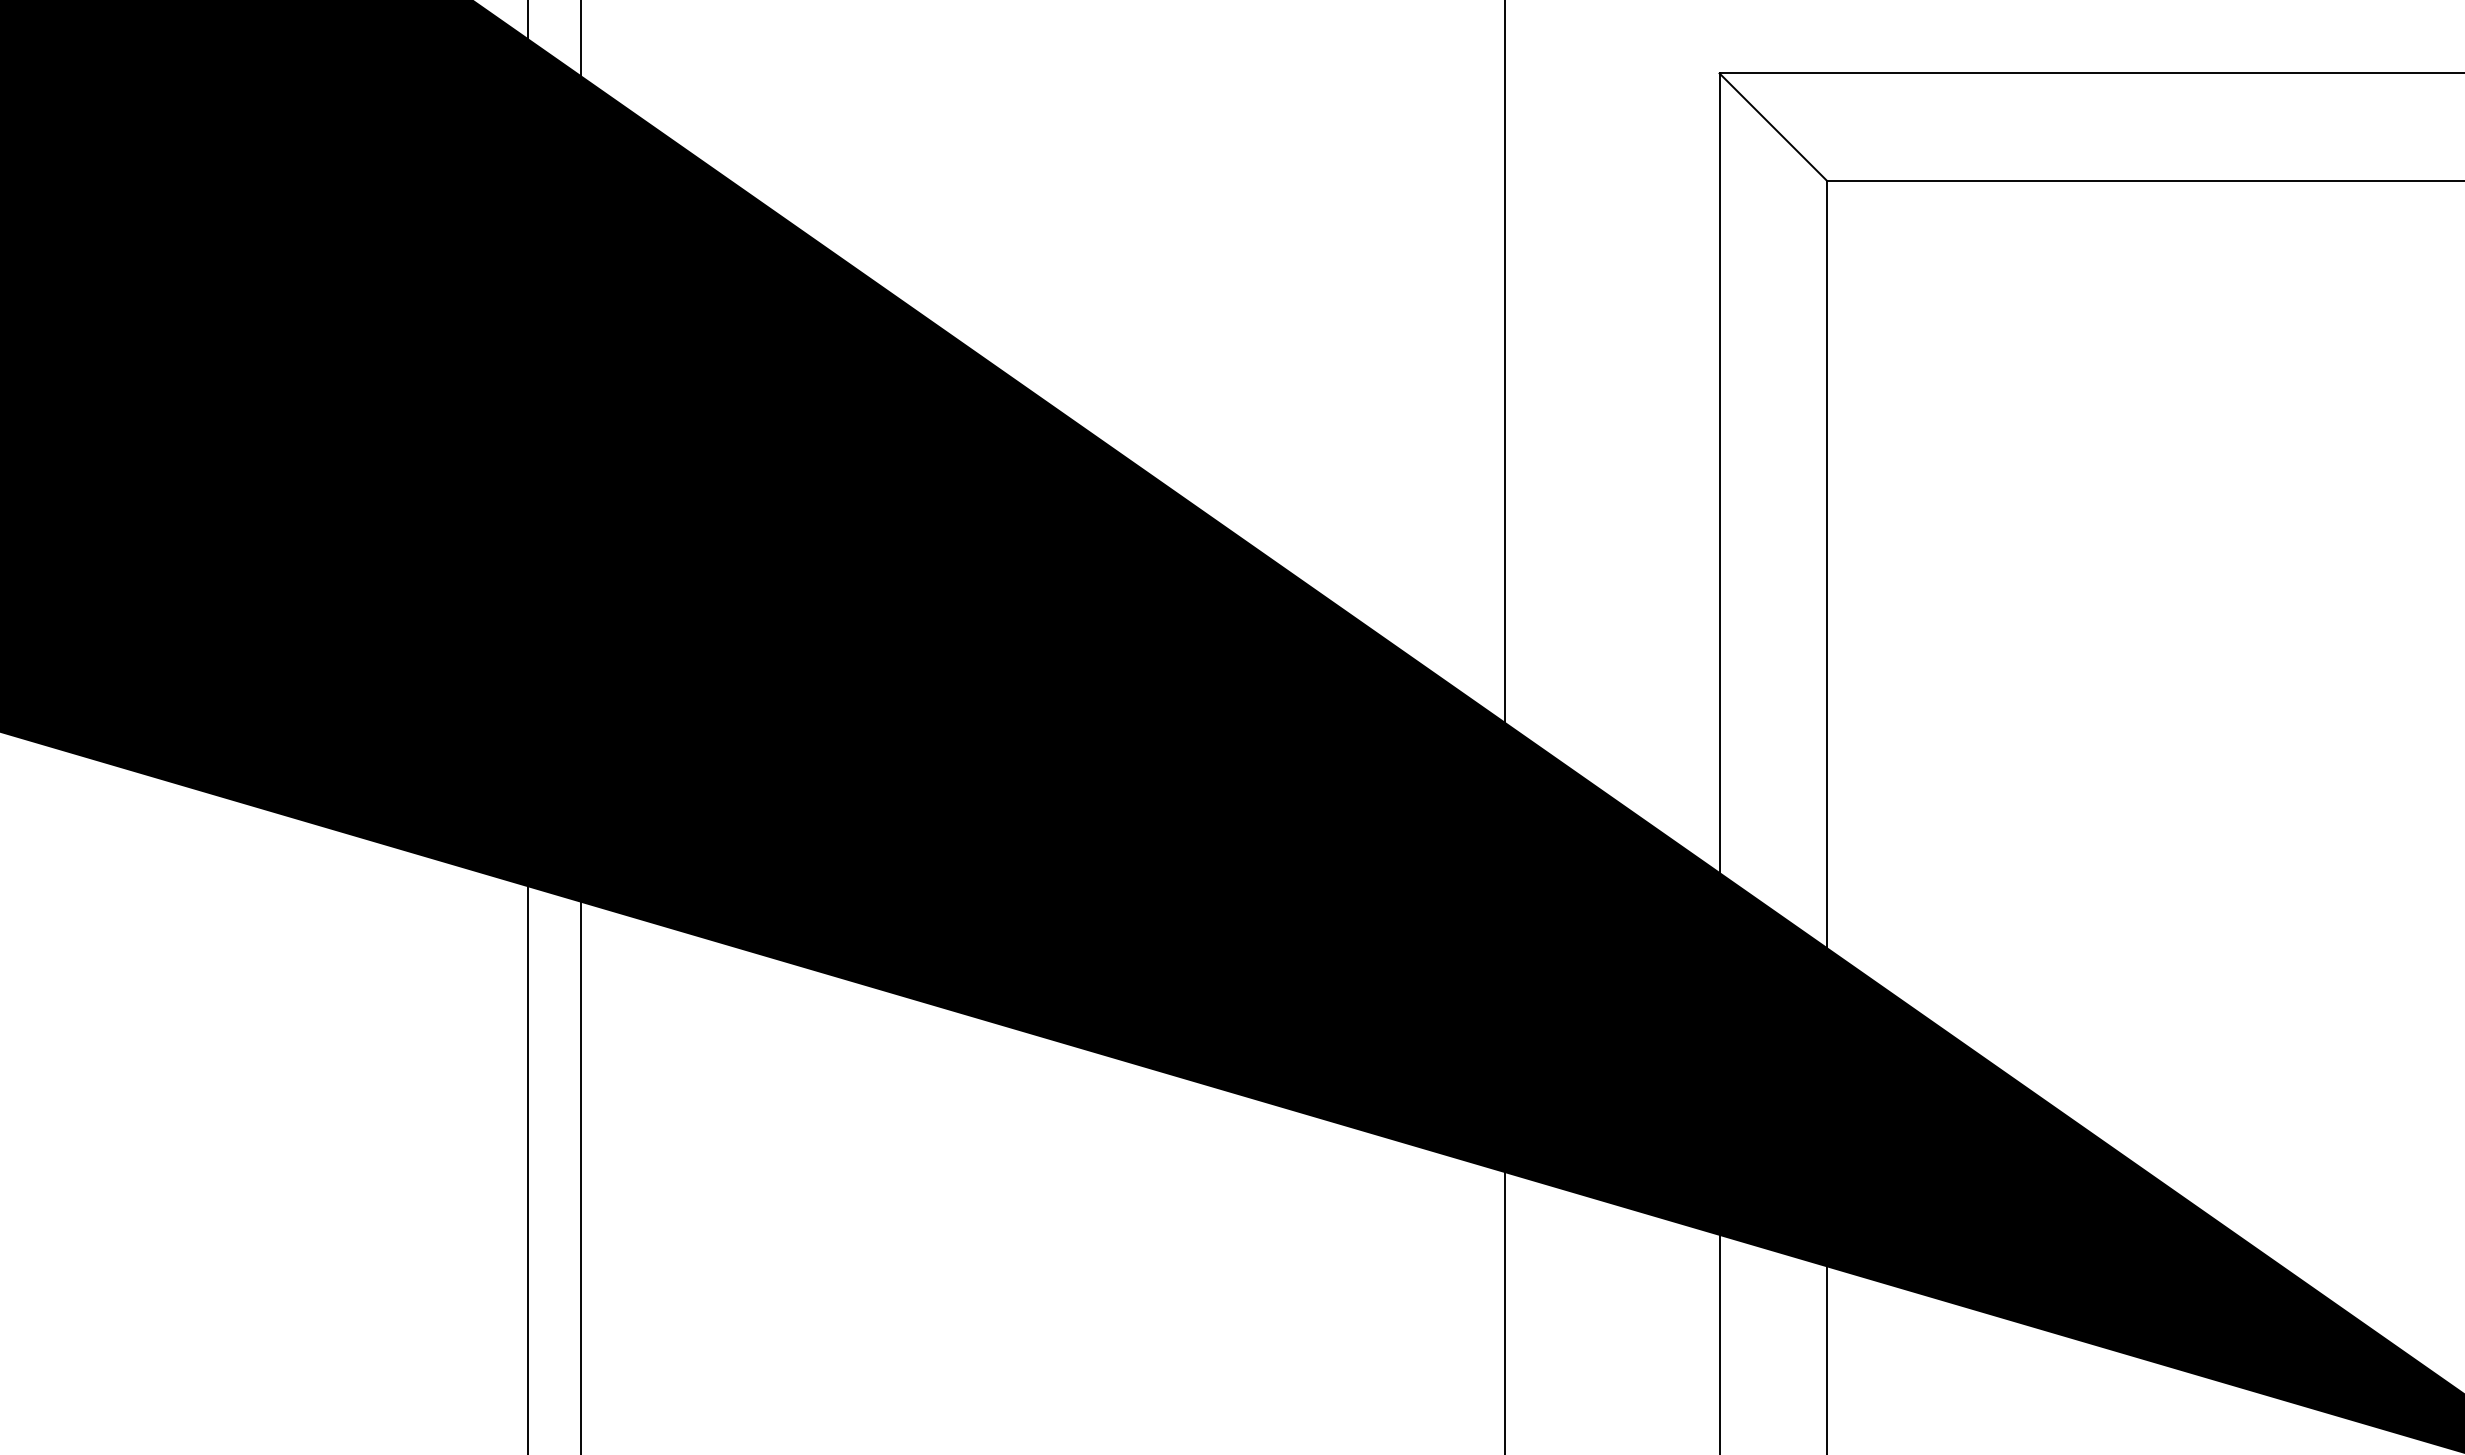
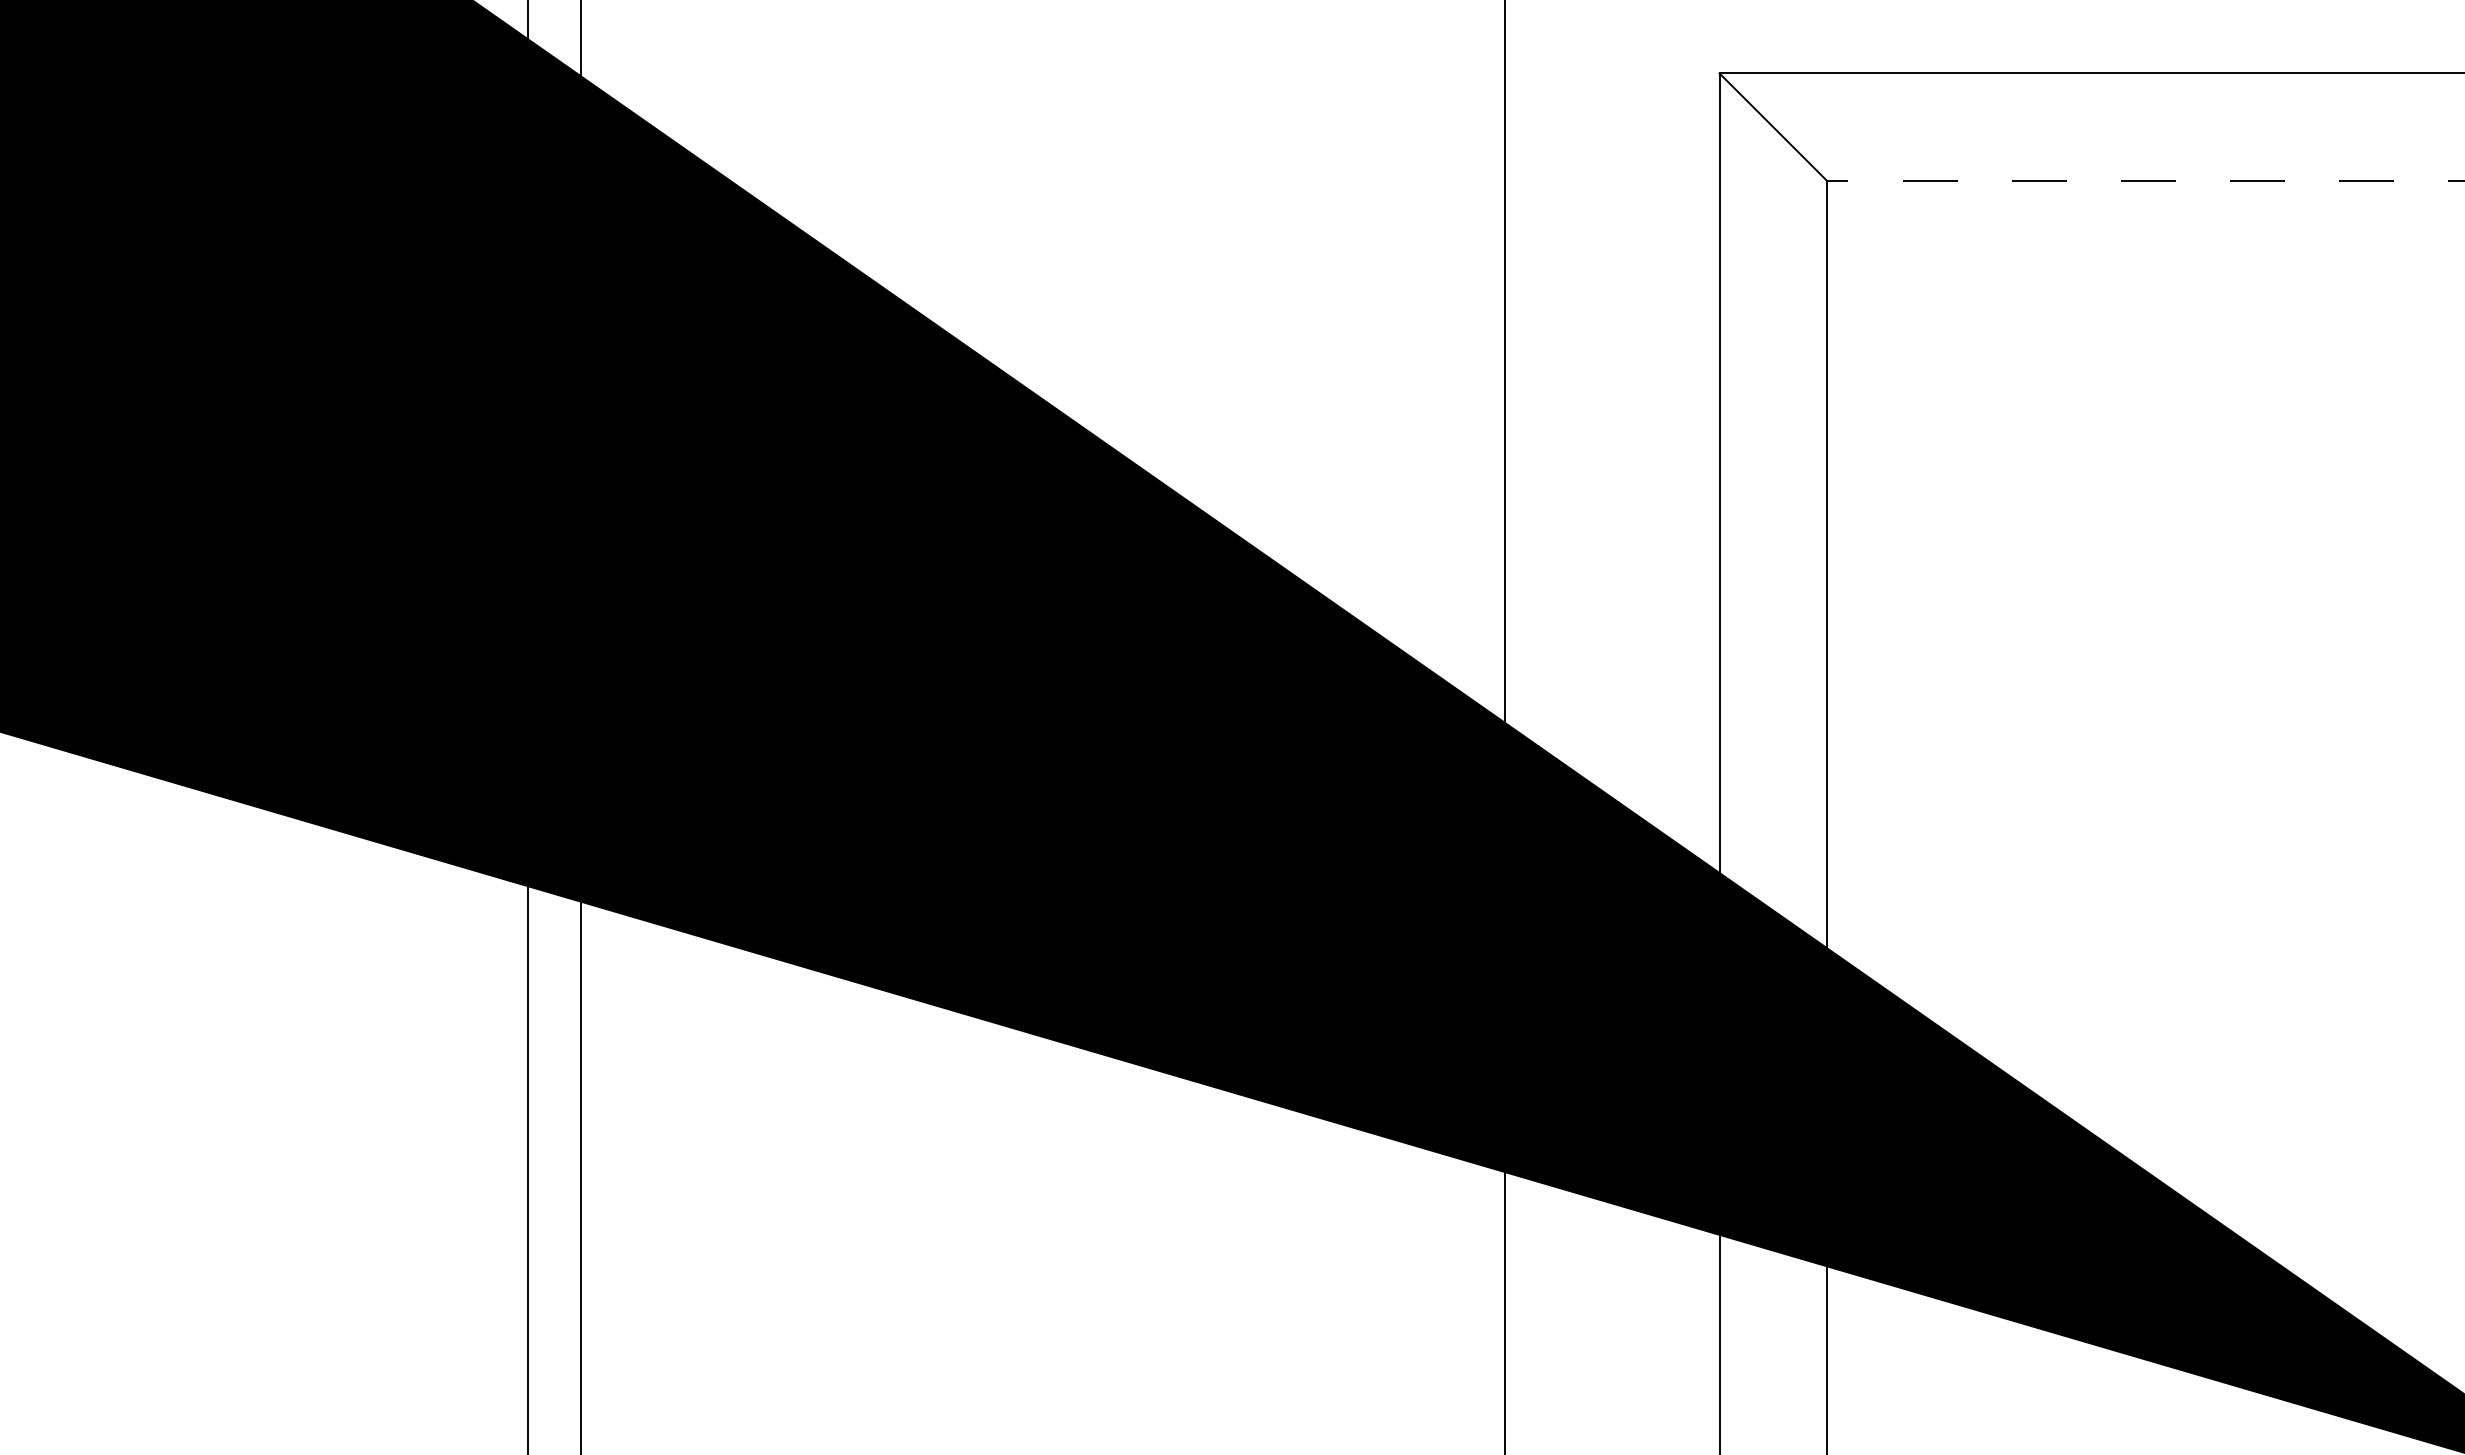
line at (2145, 180): solid -> dashed
